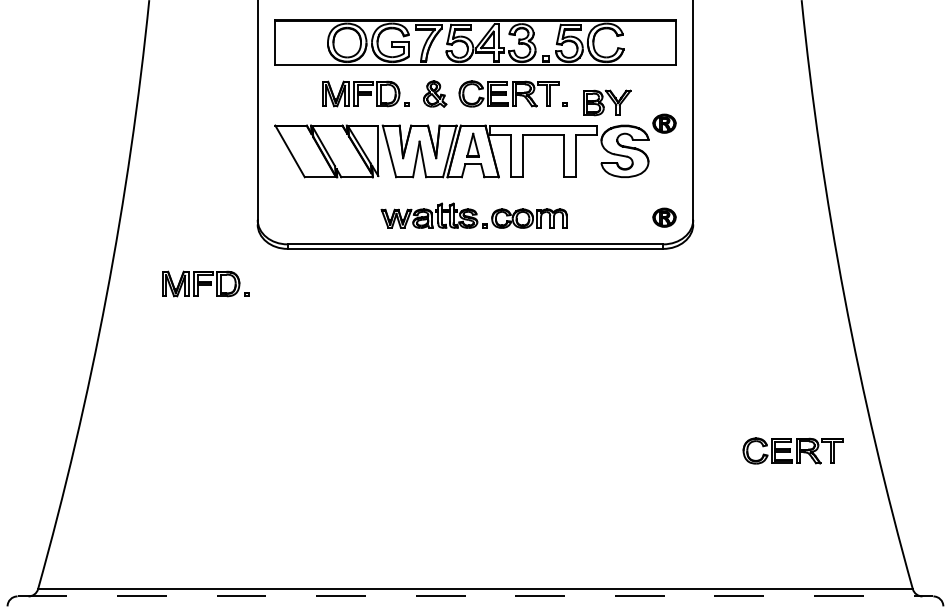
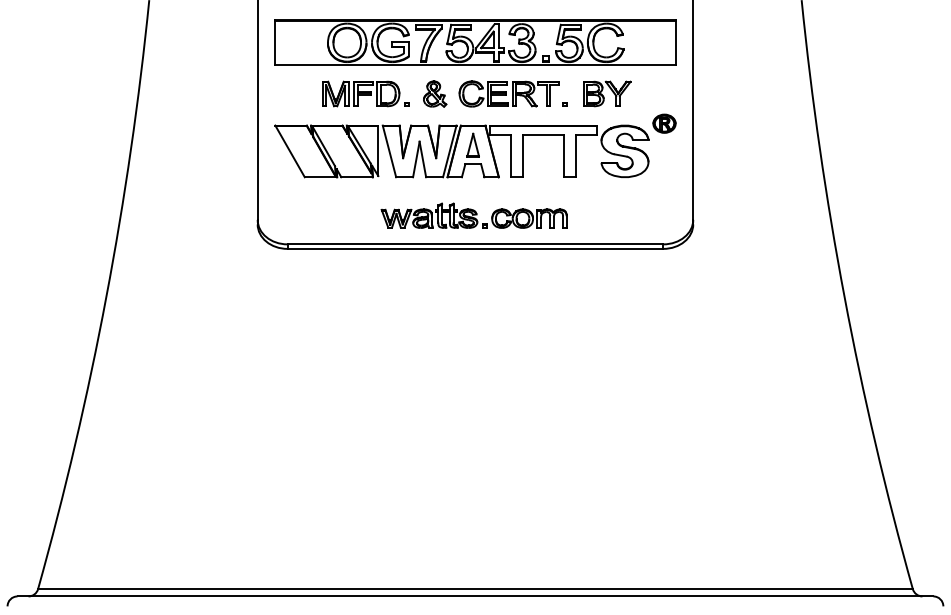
part at (607, 102) position: (607, 102) -> (607, 93)
part at (664, 217): present -> none
part at (205, 283): present -> none
part at (792, 450): present -> none
line at (475, 596): dashed -> solid
